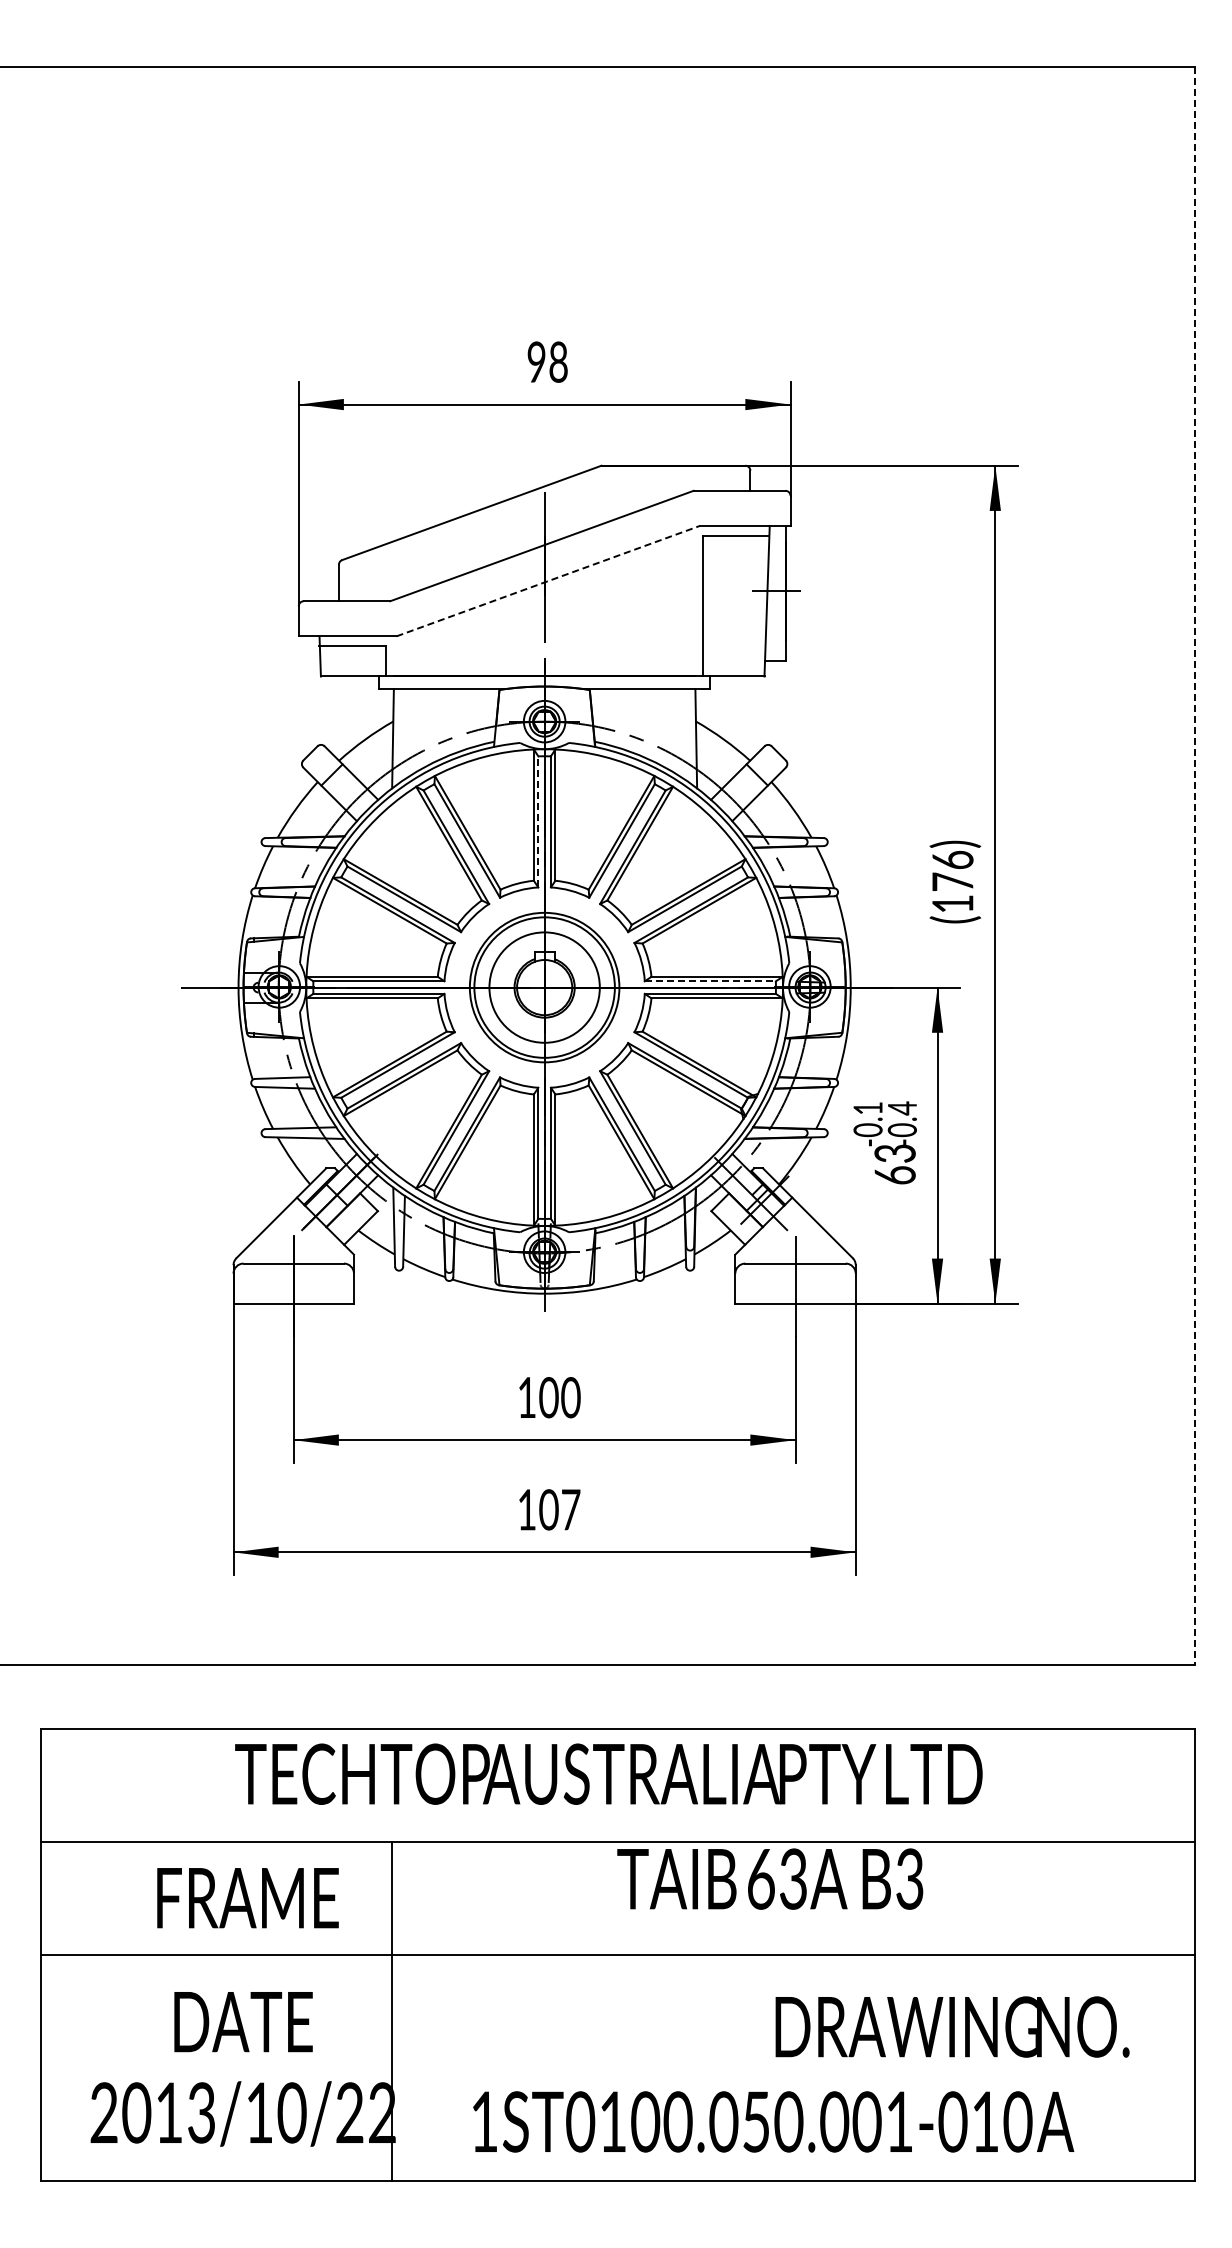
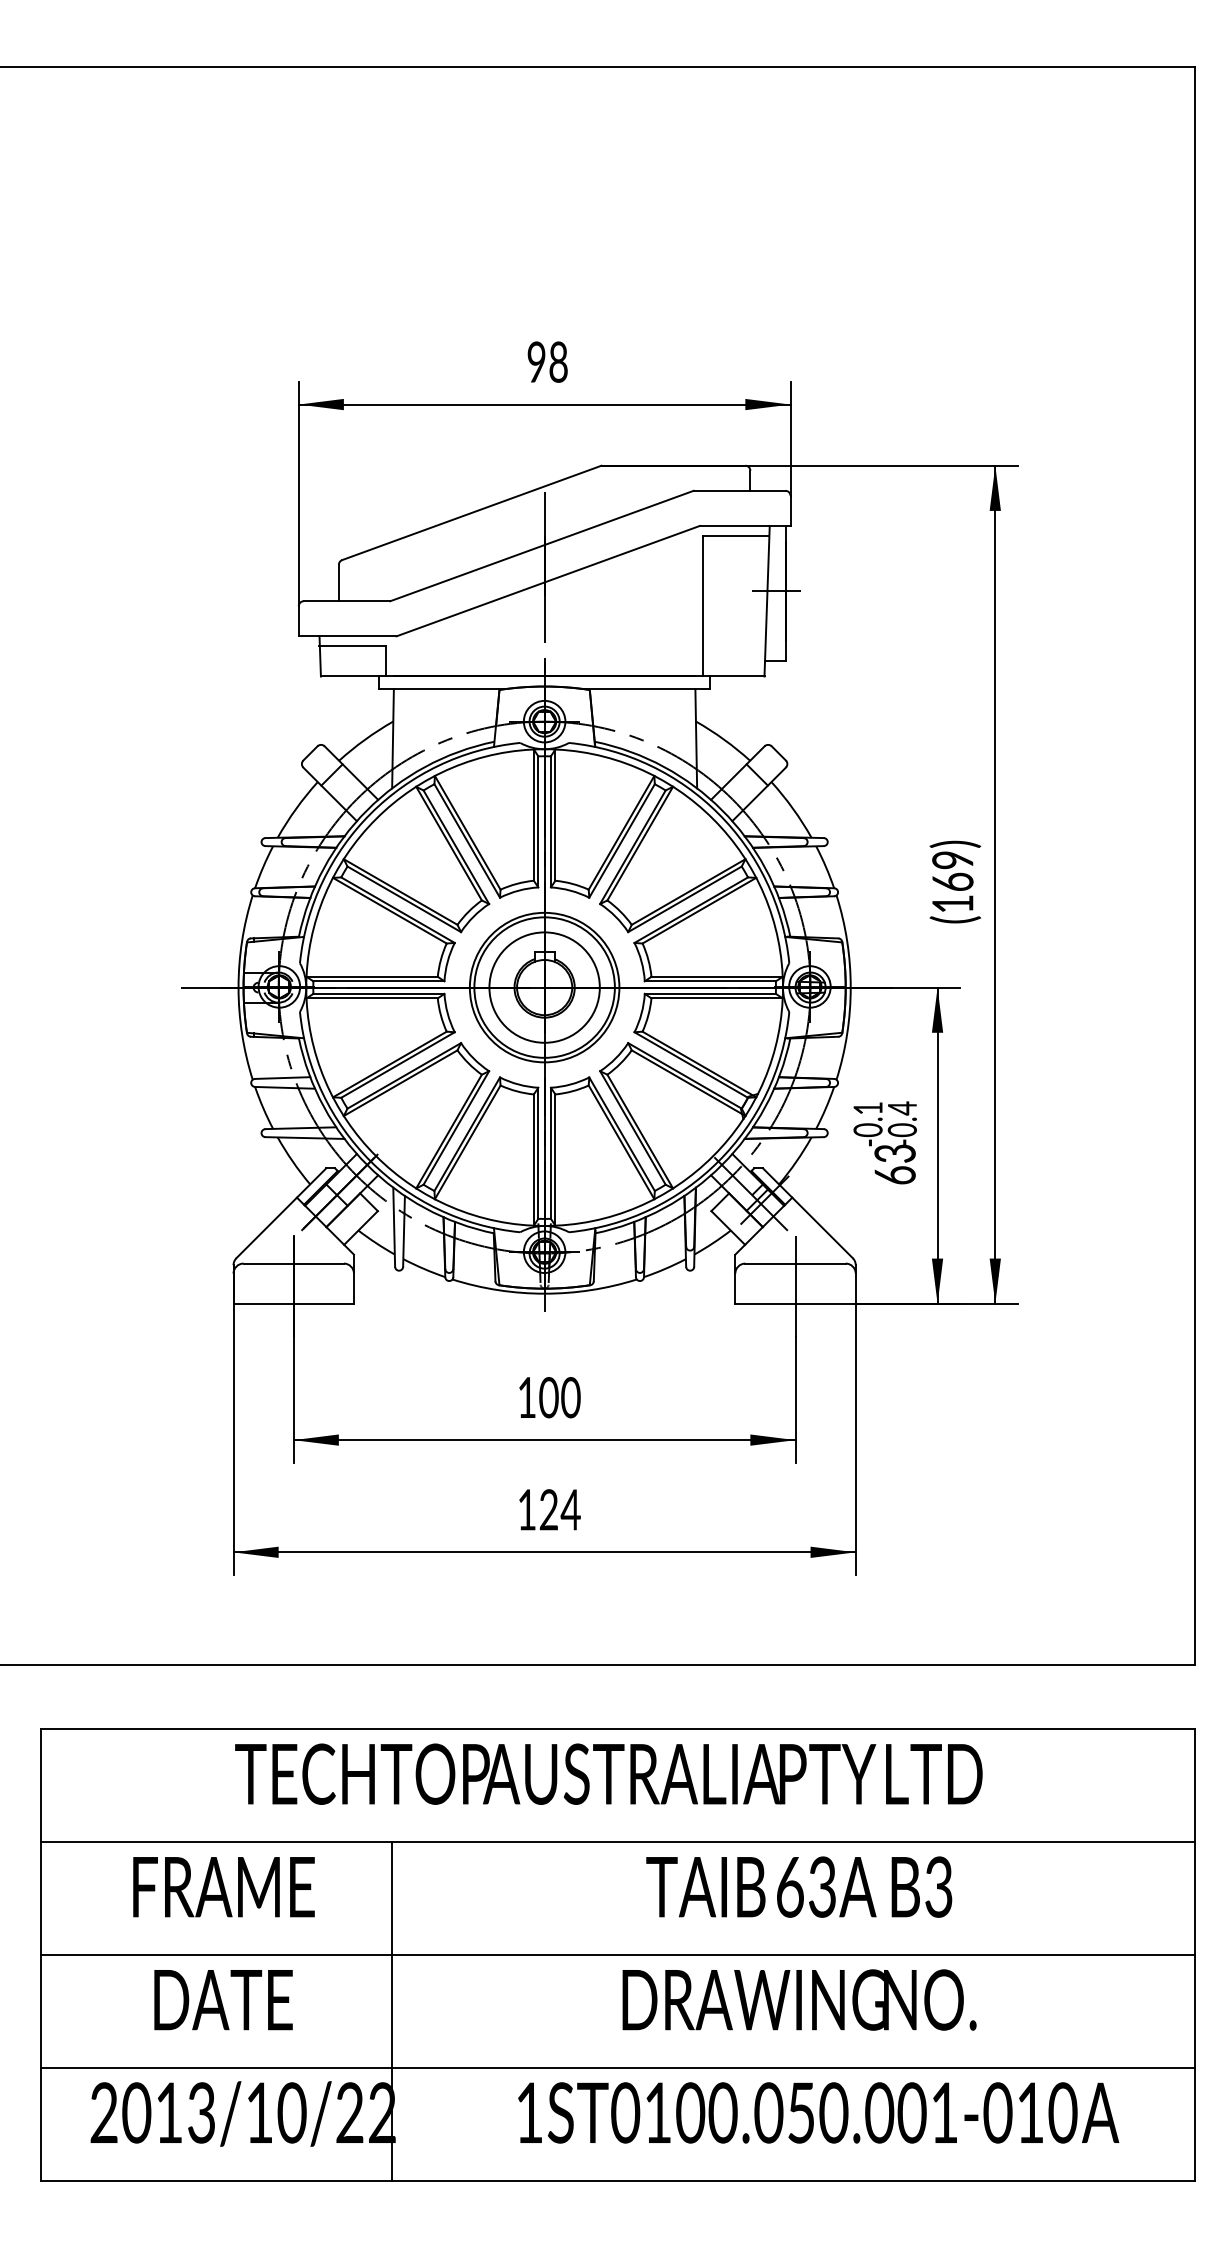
line at (548, 580): dashed -> solid
line at (538, 821): dashed -> solid
line at (1195, 866): dashed -> solid
text at (952, 870): (176) -> (169)
line at (710, 981): dashed -> solid
text at (559, 1509): 107 -> 124
text at (770, 1878) position: (770, 1878) -> (799, 1886)
text at (247, 1898) position: (247, 1898) -> (223, 1887)
text at (243, 2022) position: (243, 2022) -> (223, 2000)
text at (952, 2026) position: (952, 2026) -> (799, 1999)
line at (618, 2067): none -> present
text at (773, 2121) position: (773, 2121) -> (818, 2112)
